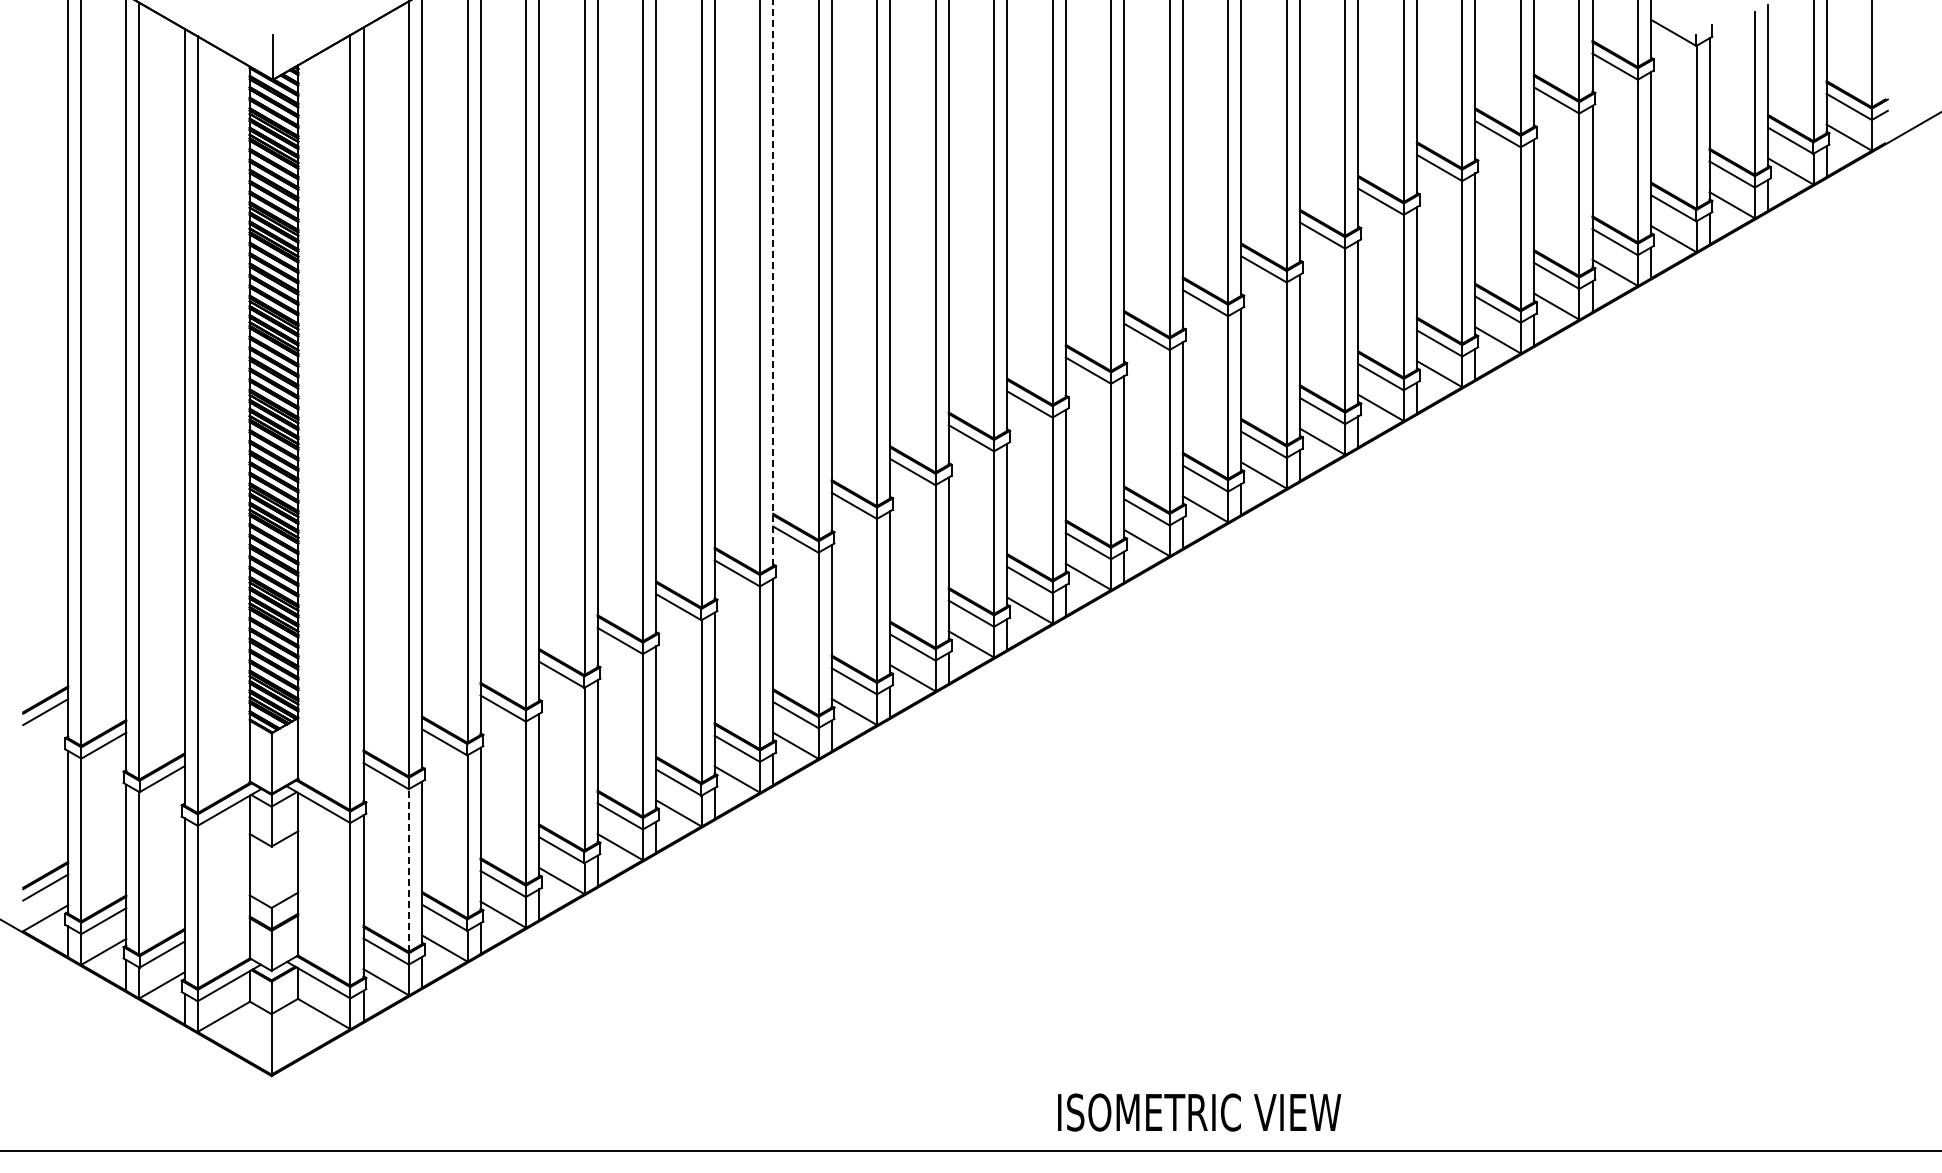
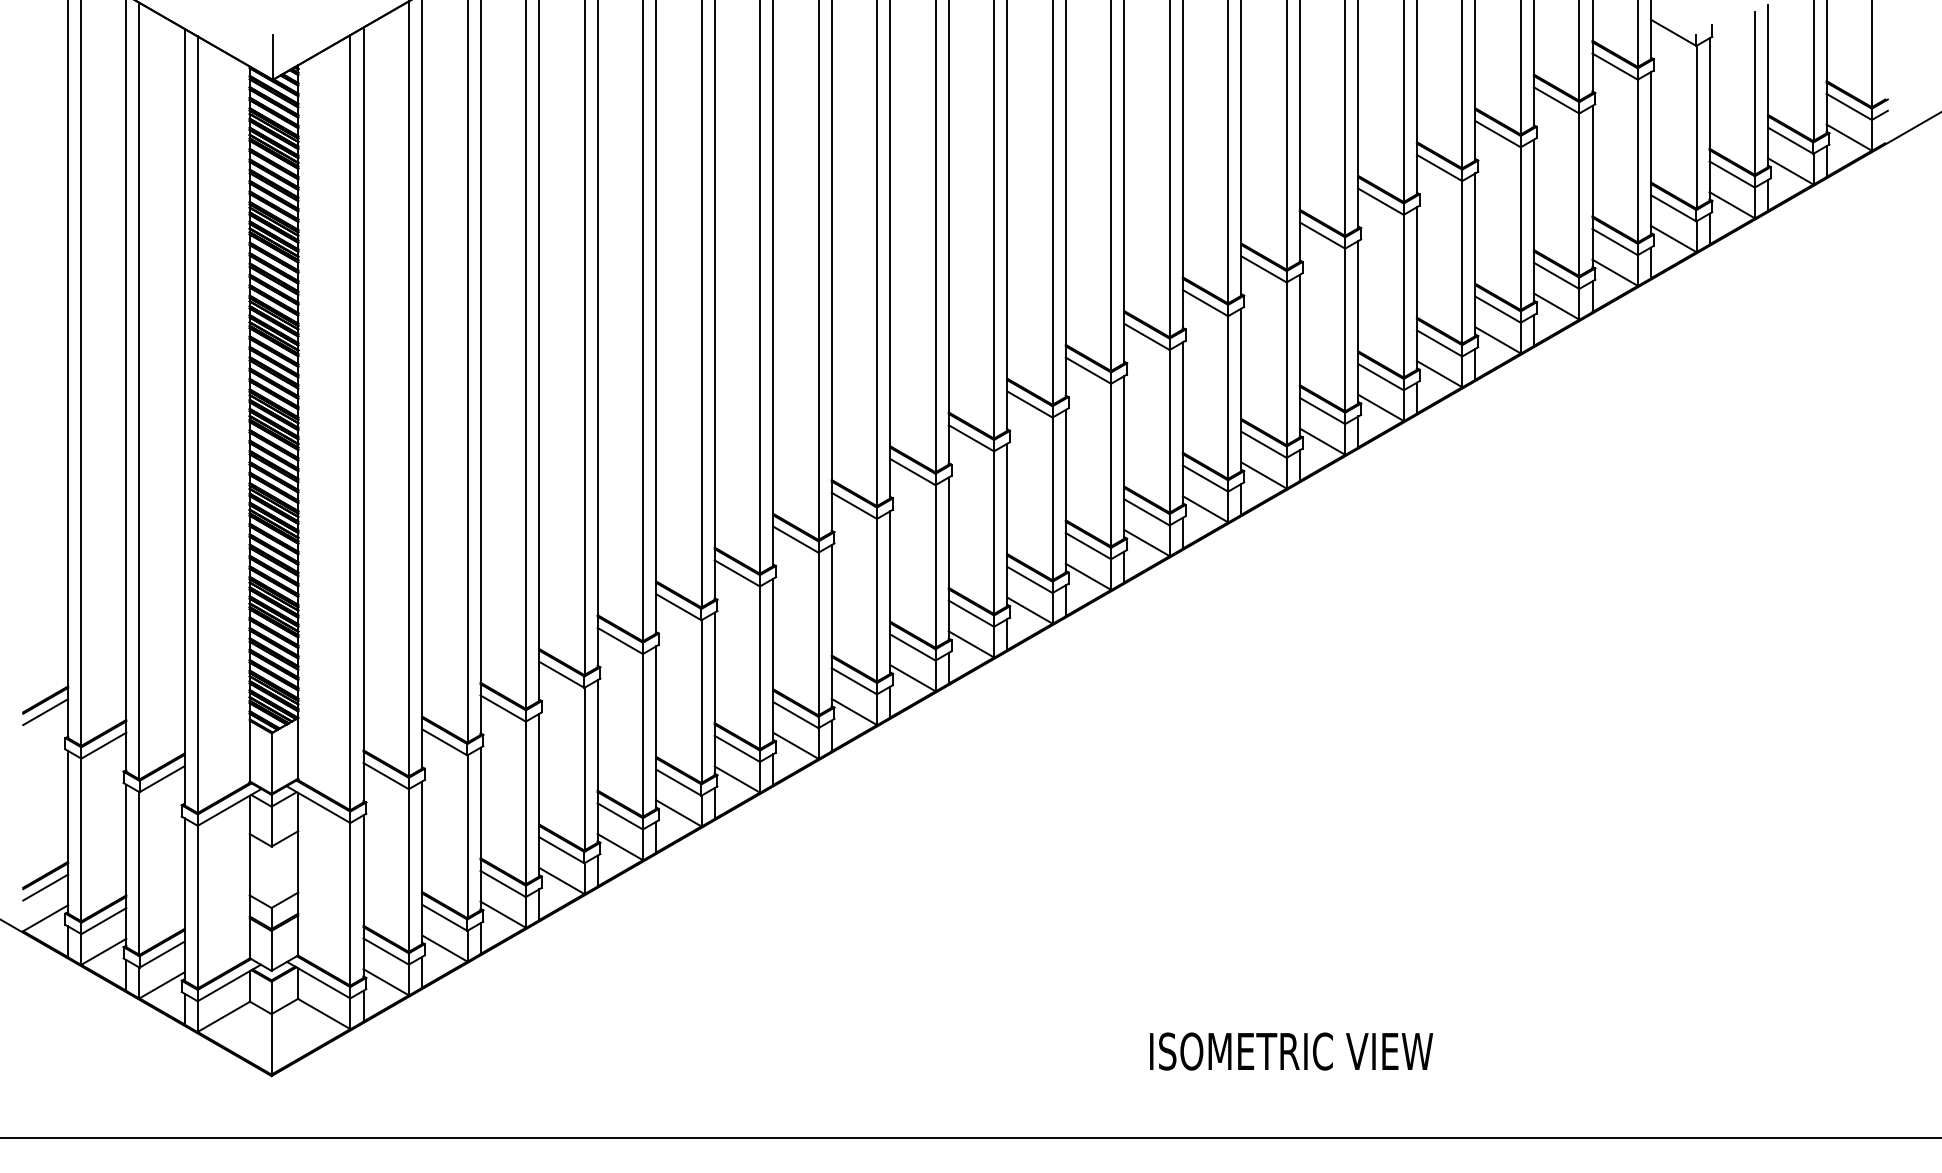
line at (773, 283): dashed -> solid
line at (409, 869): dashed -> solid
text at (1199, 1112) position: (1199, 1112) -> (1291, 1051)
line at (970, 1150) position: (970, 1150) -> (970, 1137)
